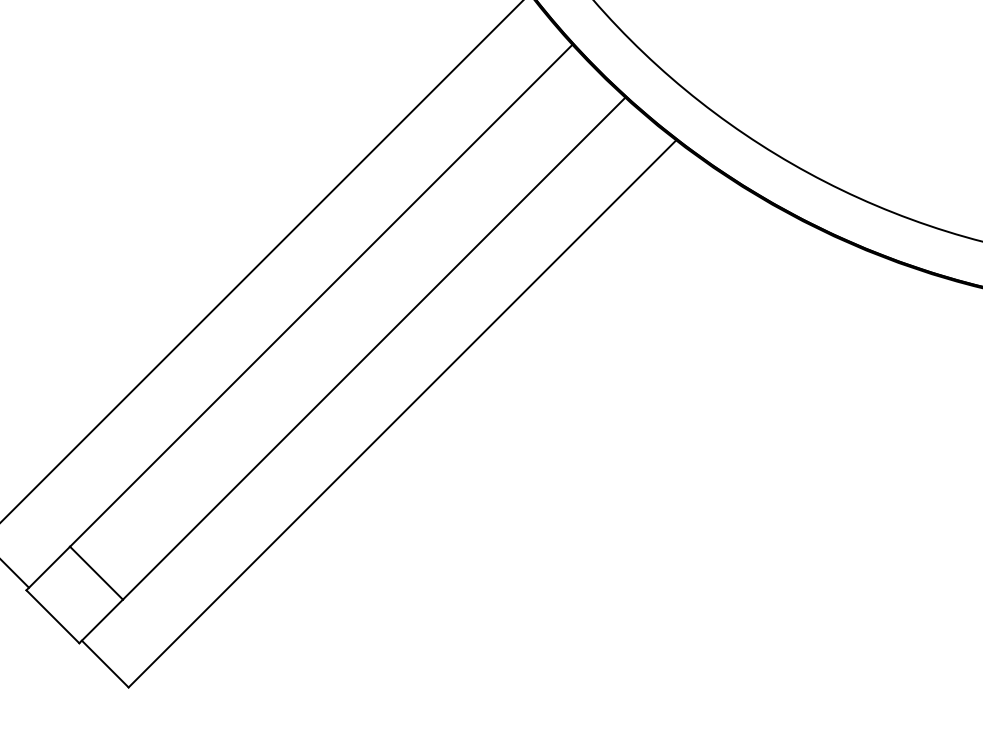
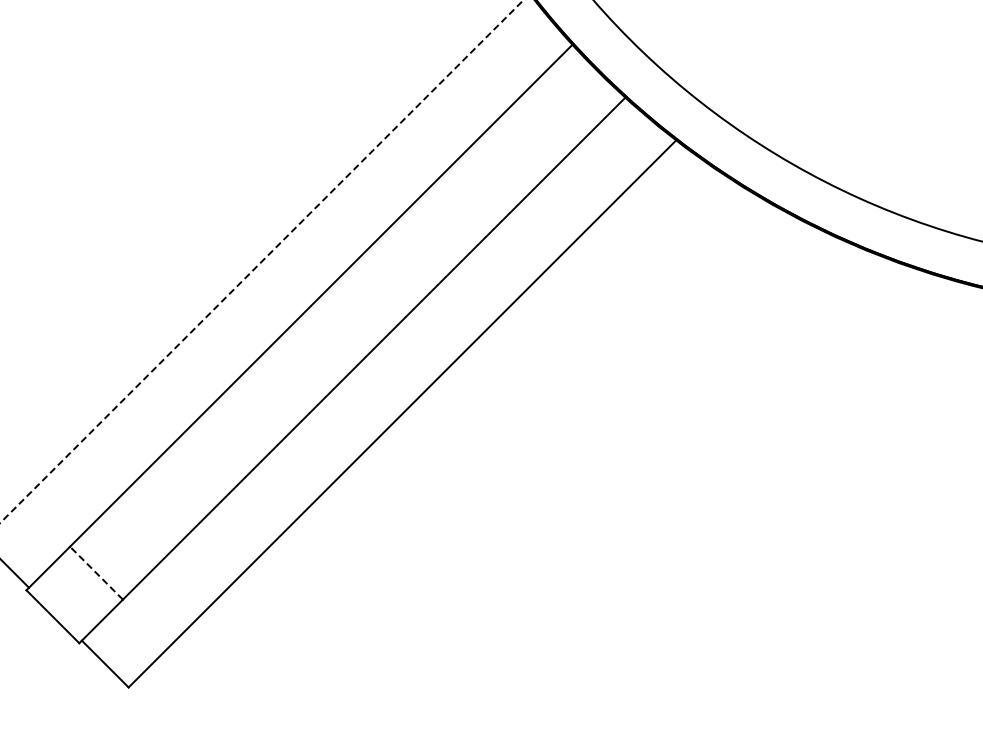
line at (261, 261): solid -> dashed
line at (96, 572): solid -> dashed
